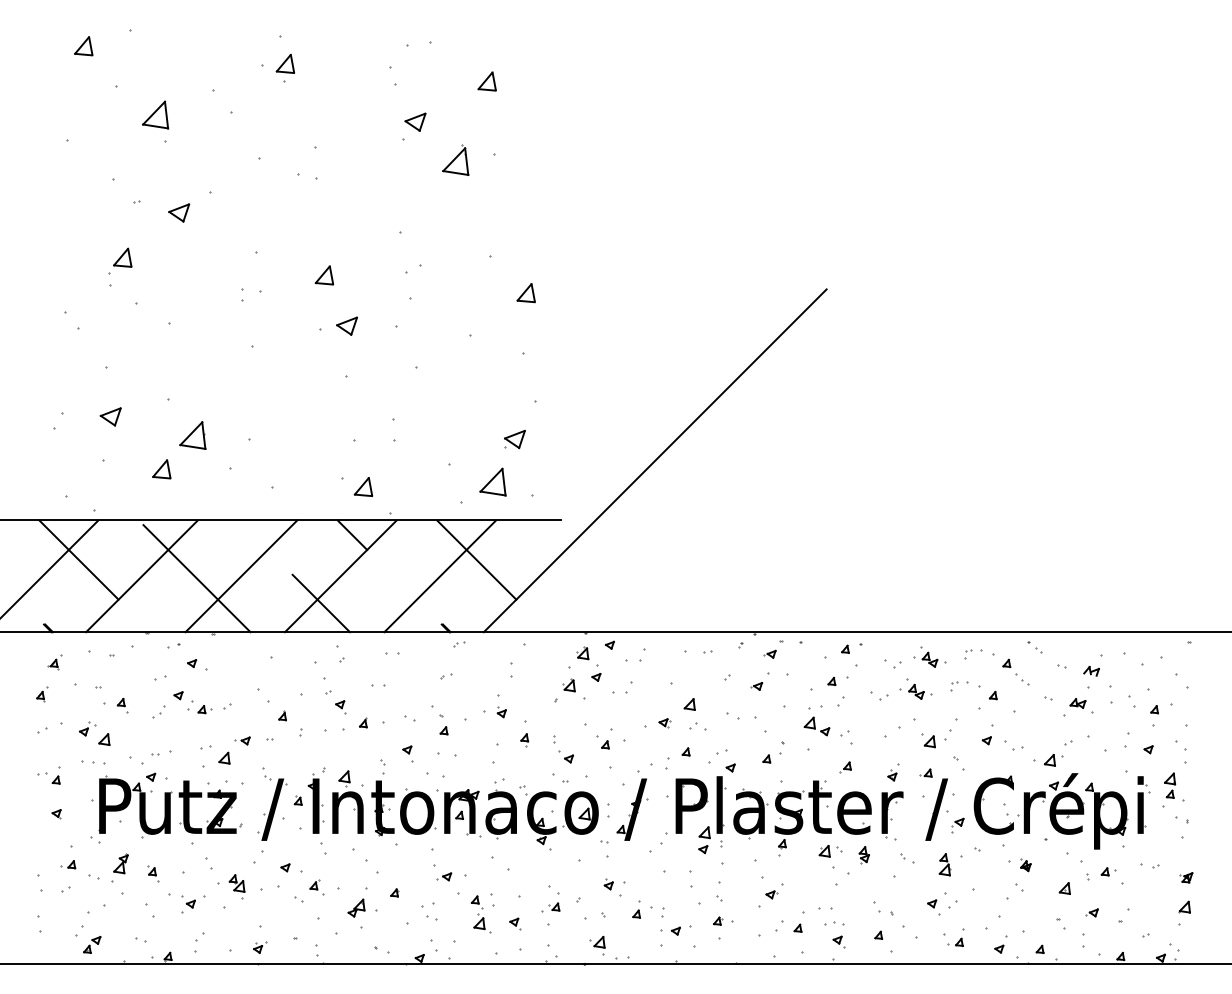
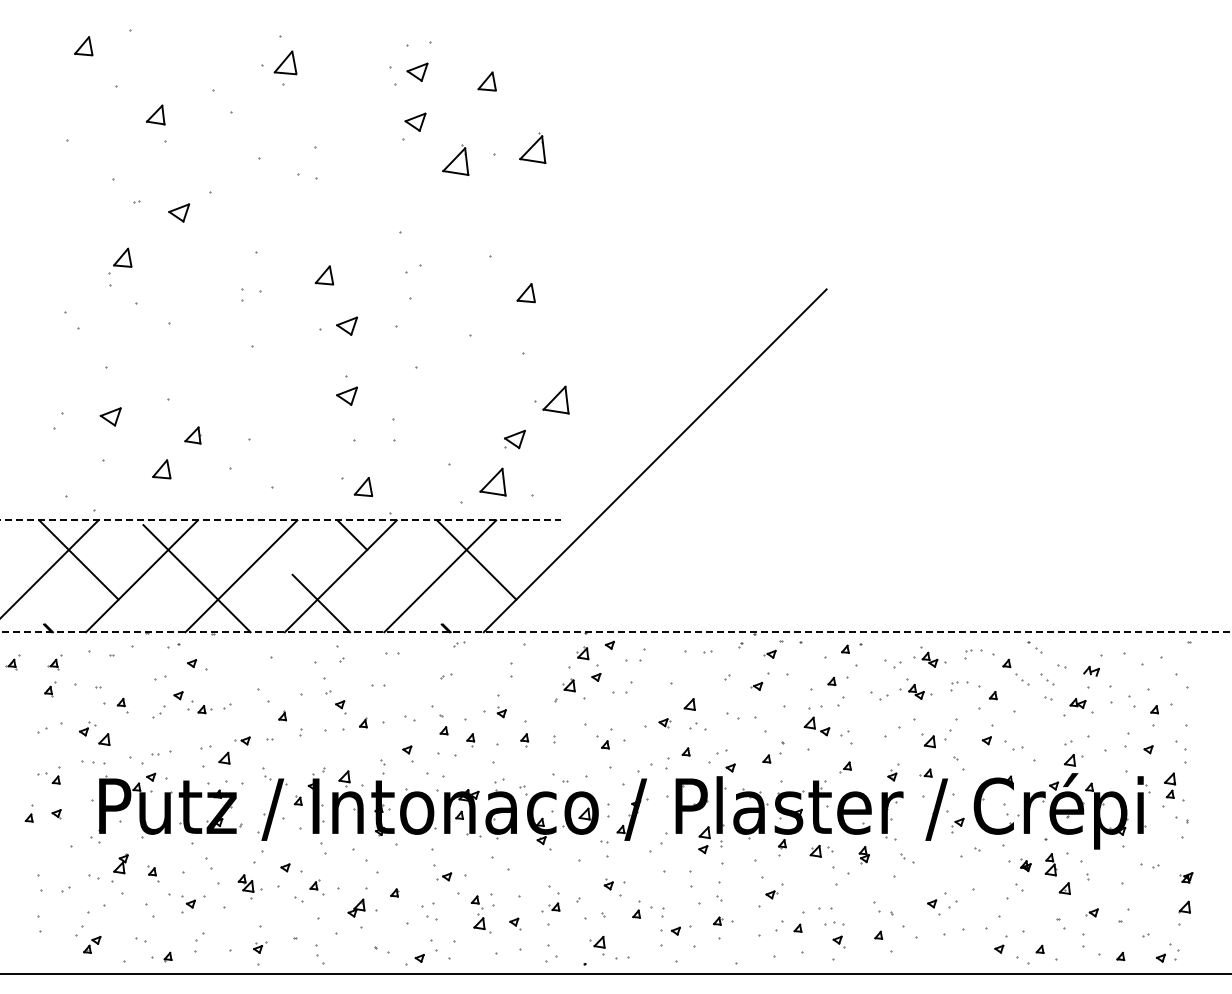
part at (284, 67) size: 20x30 px -> 25x36 px
part at (417, 71): none -> present
part at (155, 114) size: 28x30 px -> 21x22 px
part at (532, 147): none -> present
part at (346, 395): none -> present
part at (555, 399): none -> present
part at (192, 435) size: 28x29 px -> 18x19 px
line at (281, 520): solid -> dashed
line at (615, 632): solid -> dashed
part at (12, 662): none -> present
part at (1047, 679): none -> present
part at (42, 694) position: (42, 694) -> (50, 689)
part at (470, 740): none -> present
part at (565, 756): present -> none
part at (1053, 760) position: (1053, 760) -> (1073, 760)
part at (28, 813): none -> present
part at (830, 851) position: (830, 851) -> (821, 851)
part at (68, 864): present -> none
part at (944, 864) position: (944, 864) -> (1050, 864)
part at (1108, 871): present -> none
part at (236, 886) position: (236, 886) -> (245, 886)
part at (955, 941): present -> none
line at (615, 964) position: (615, 964) -> (615, 974)
